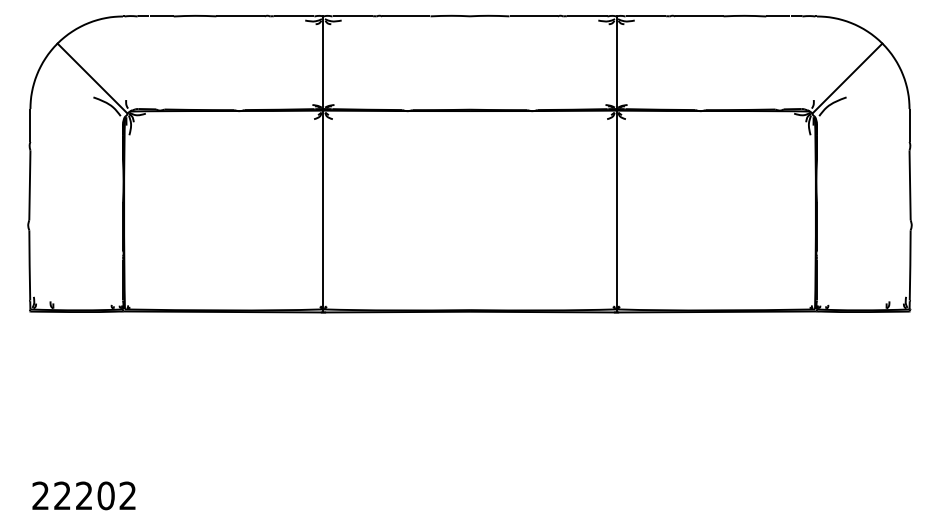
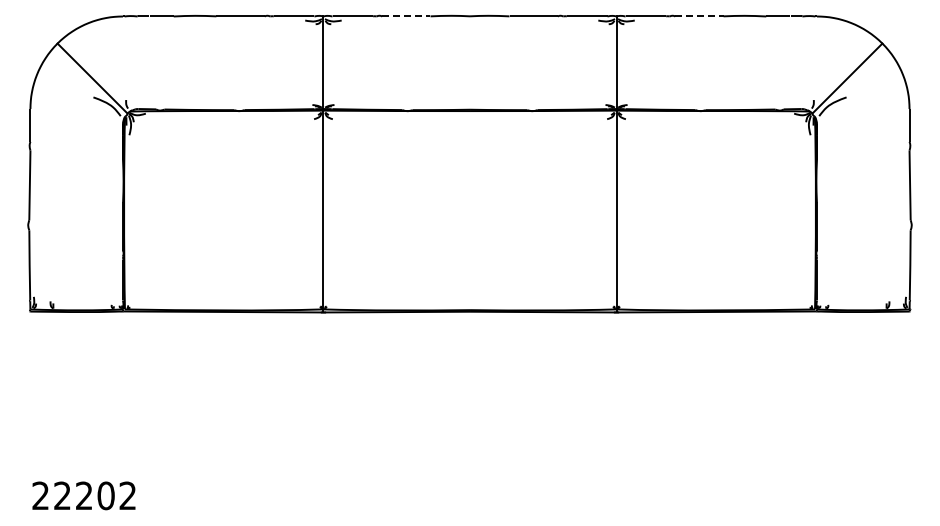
line at (406, 16): solid -> dashed
line at (699, 16): solid -> dashed
